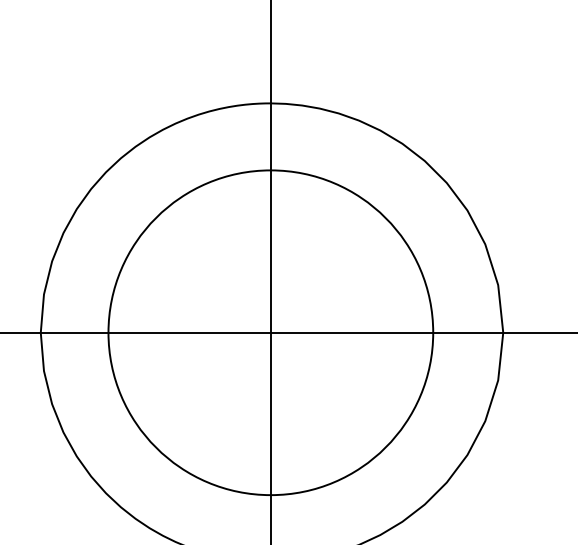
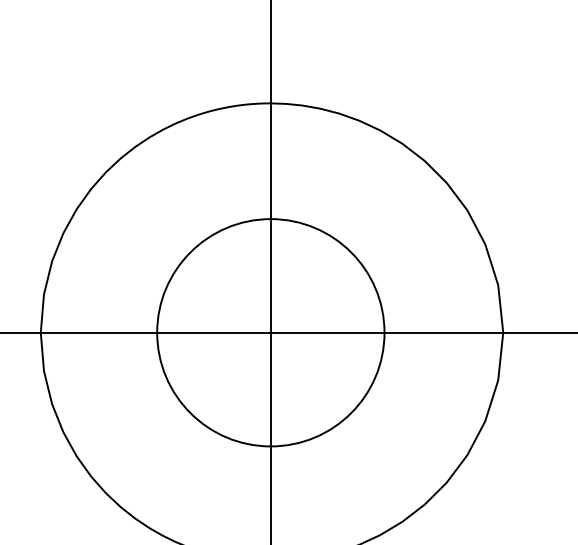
circle at (270, 332) diameter: 325 px -> 227 px
